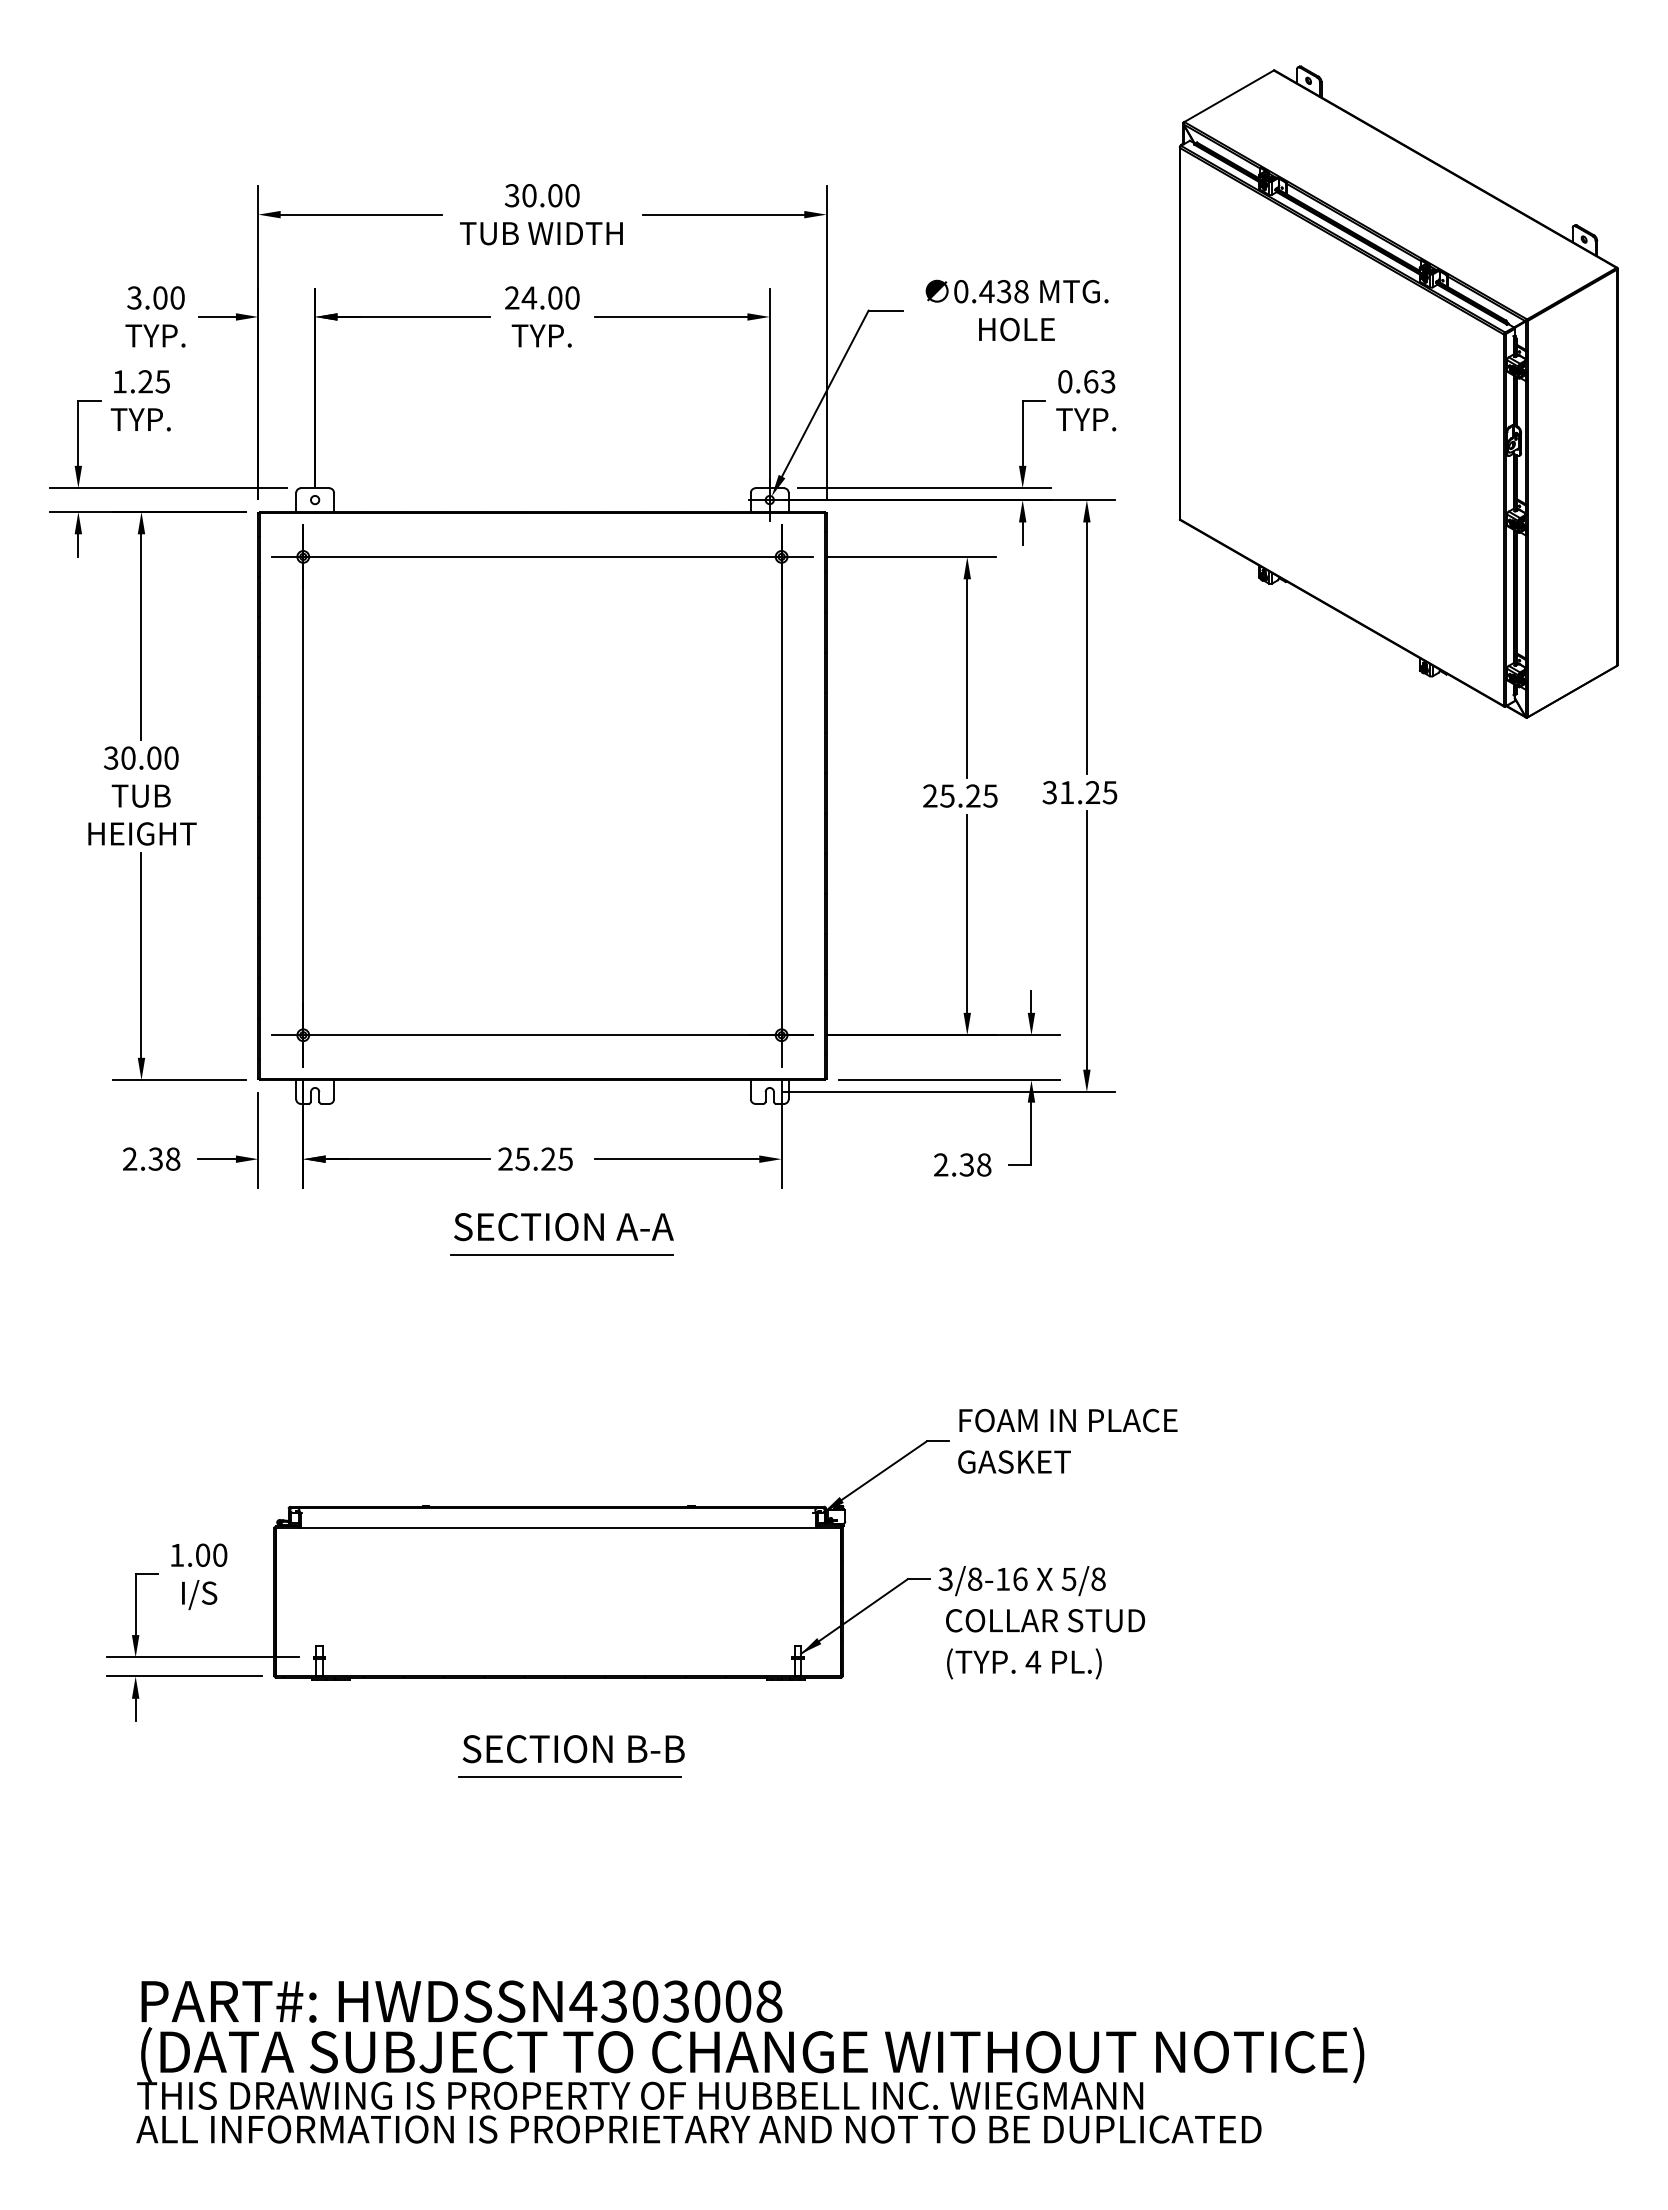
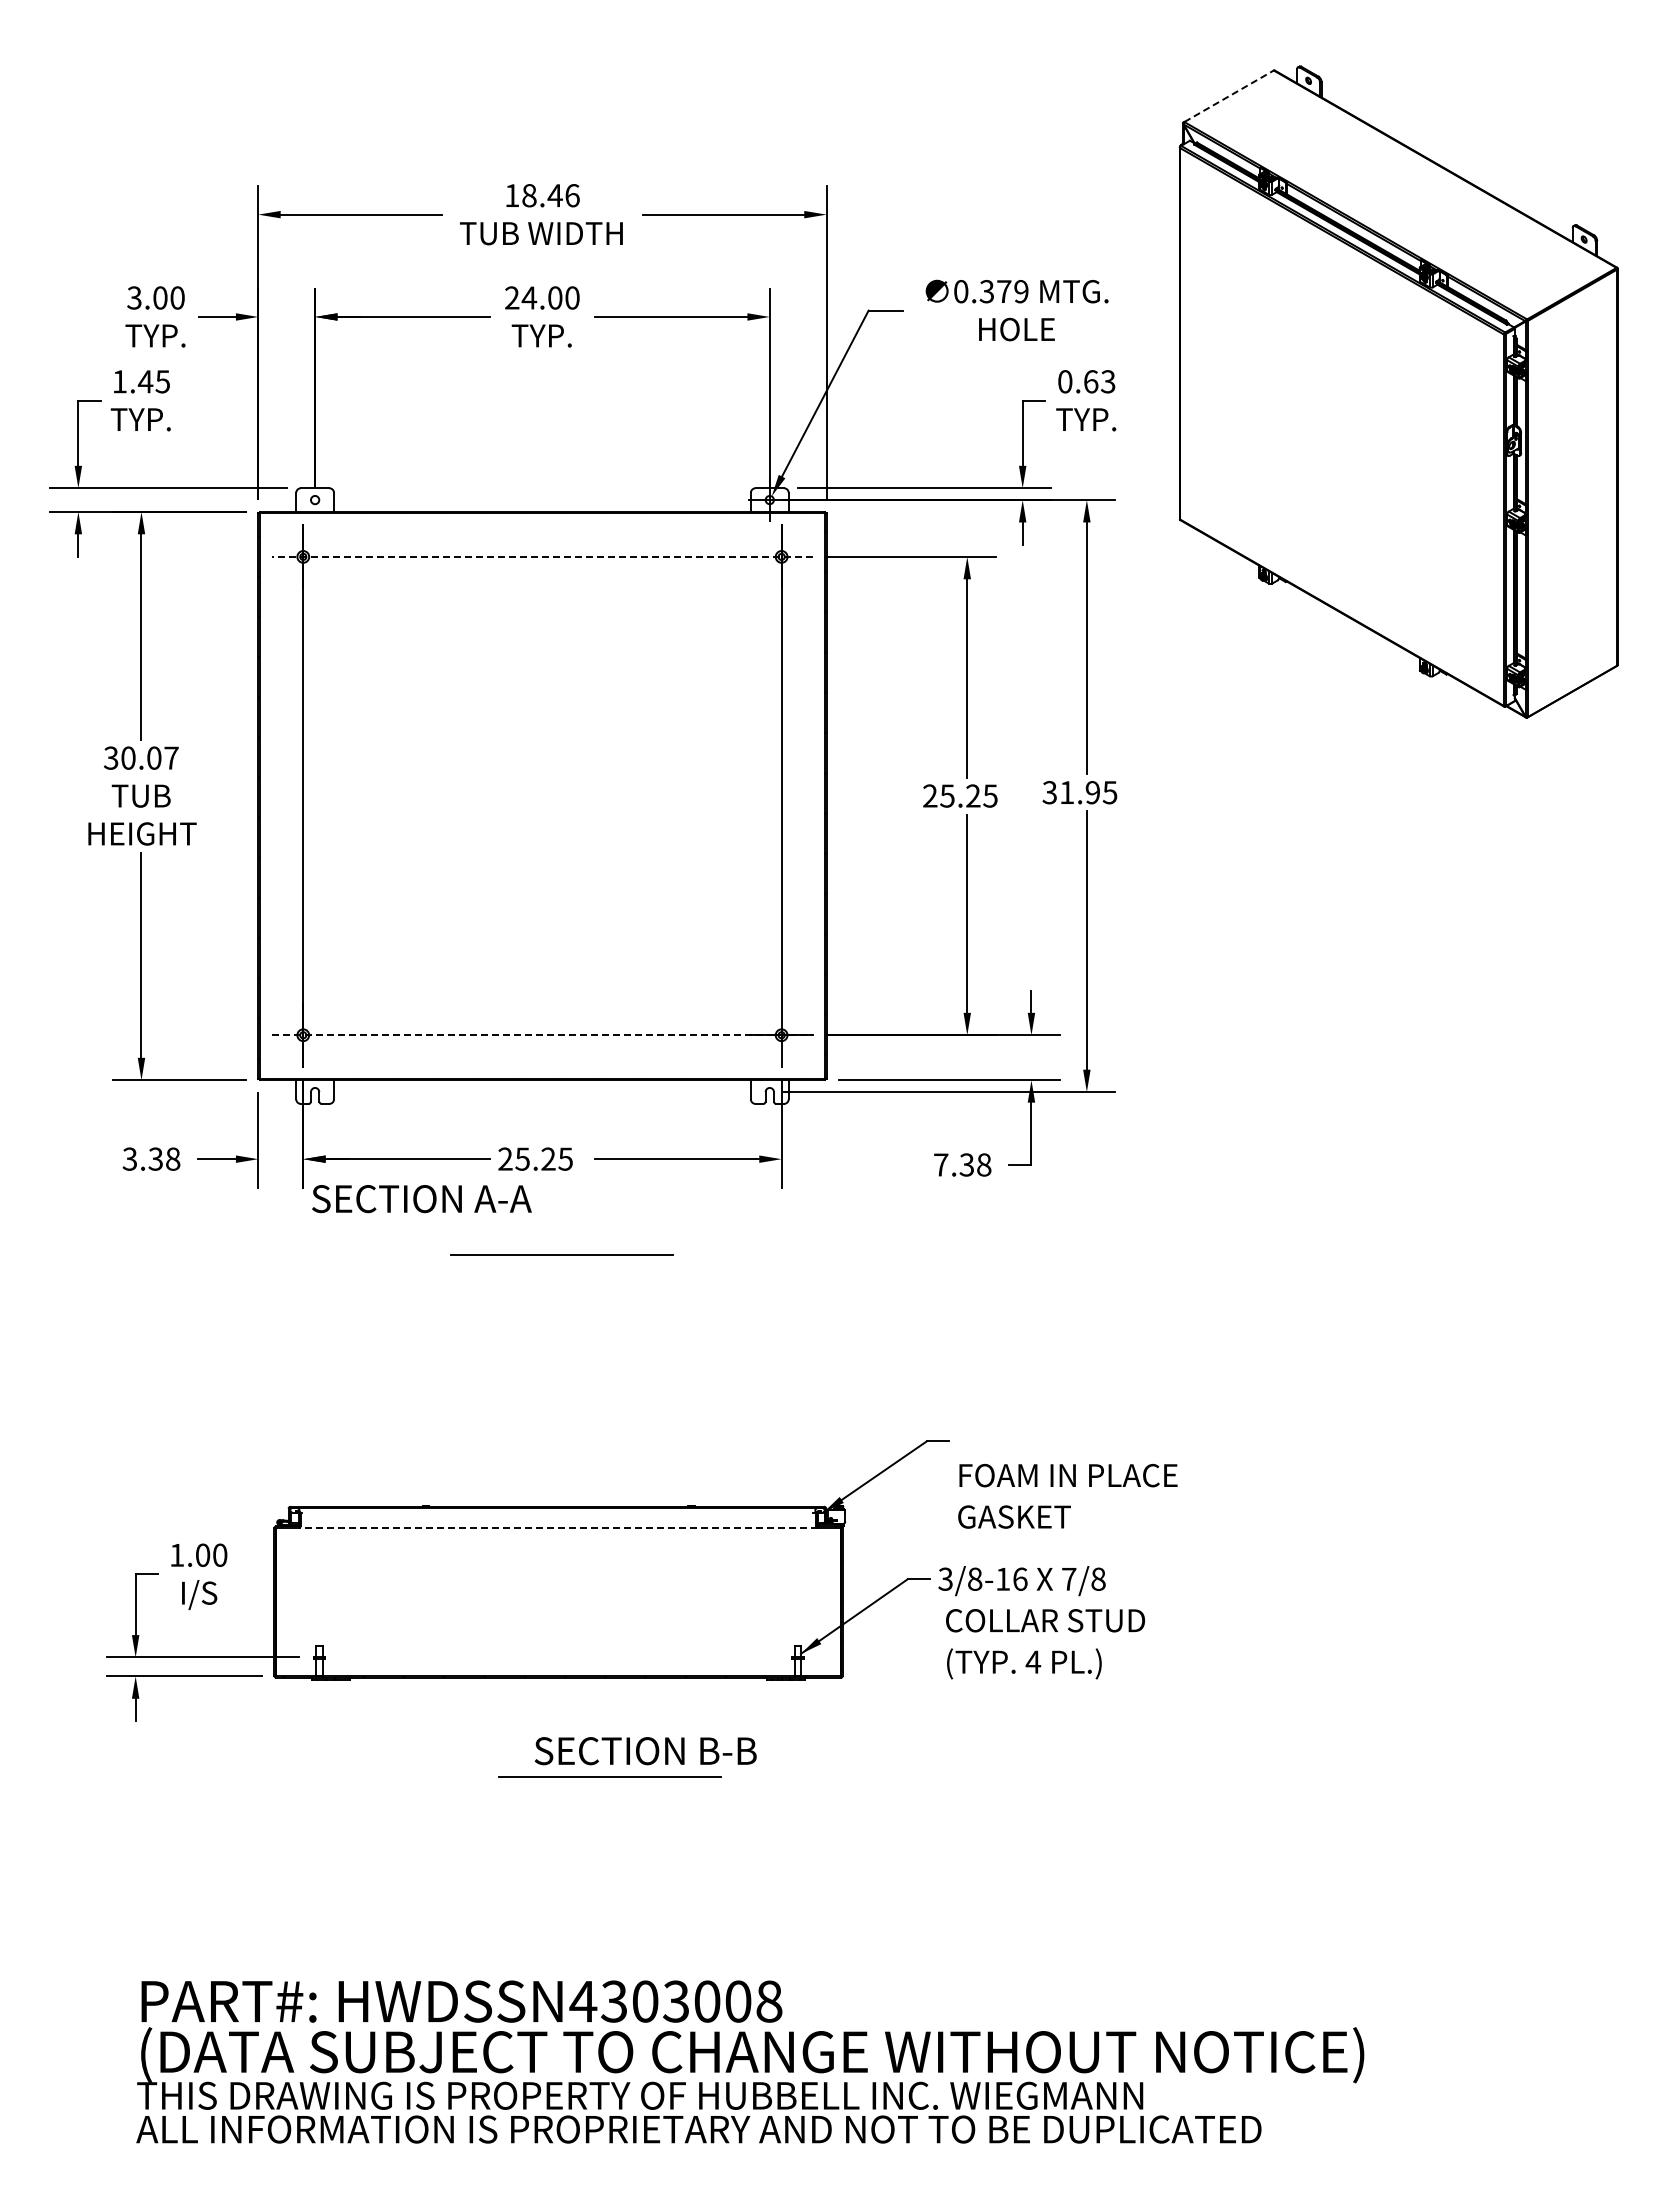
line at (1229, 96): solid -> dashed
text at (541, 195): 30.00 -> 18.46
text at (1003, 291): 0.438 -> 0.379
text at (145, 381): 1.25 -> 1.45
line at (542, 556): solid -> dashed
text at (171, 757): 30.00 -> 30.07
text at (1092, 792): 31.25 -> 31.95
line at (542, 1035): solid -> dashed
text at (129, 1159): 2.38 -> 3.38
text at (941, 1164): 2.38 -> 7.38
text at (563, 1227) position: (563, 1227) -> (421, 1199)
text at (1067, 1441) position: (1067, 1441) -> (1067, 1496)
line at (558, 1527): solid -> dashed
text at (1068, 1579): 5/8 -> 7/8
text at (573, 1749) position: (573, 1749) -> (645, 1751)
line at (569, 1776) position: (569, 1776) -> (609, 1776)
